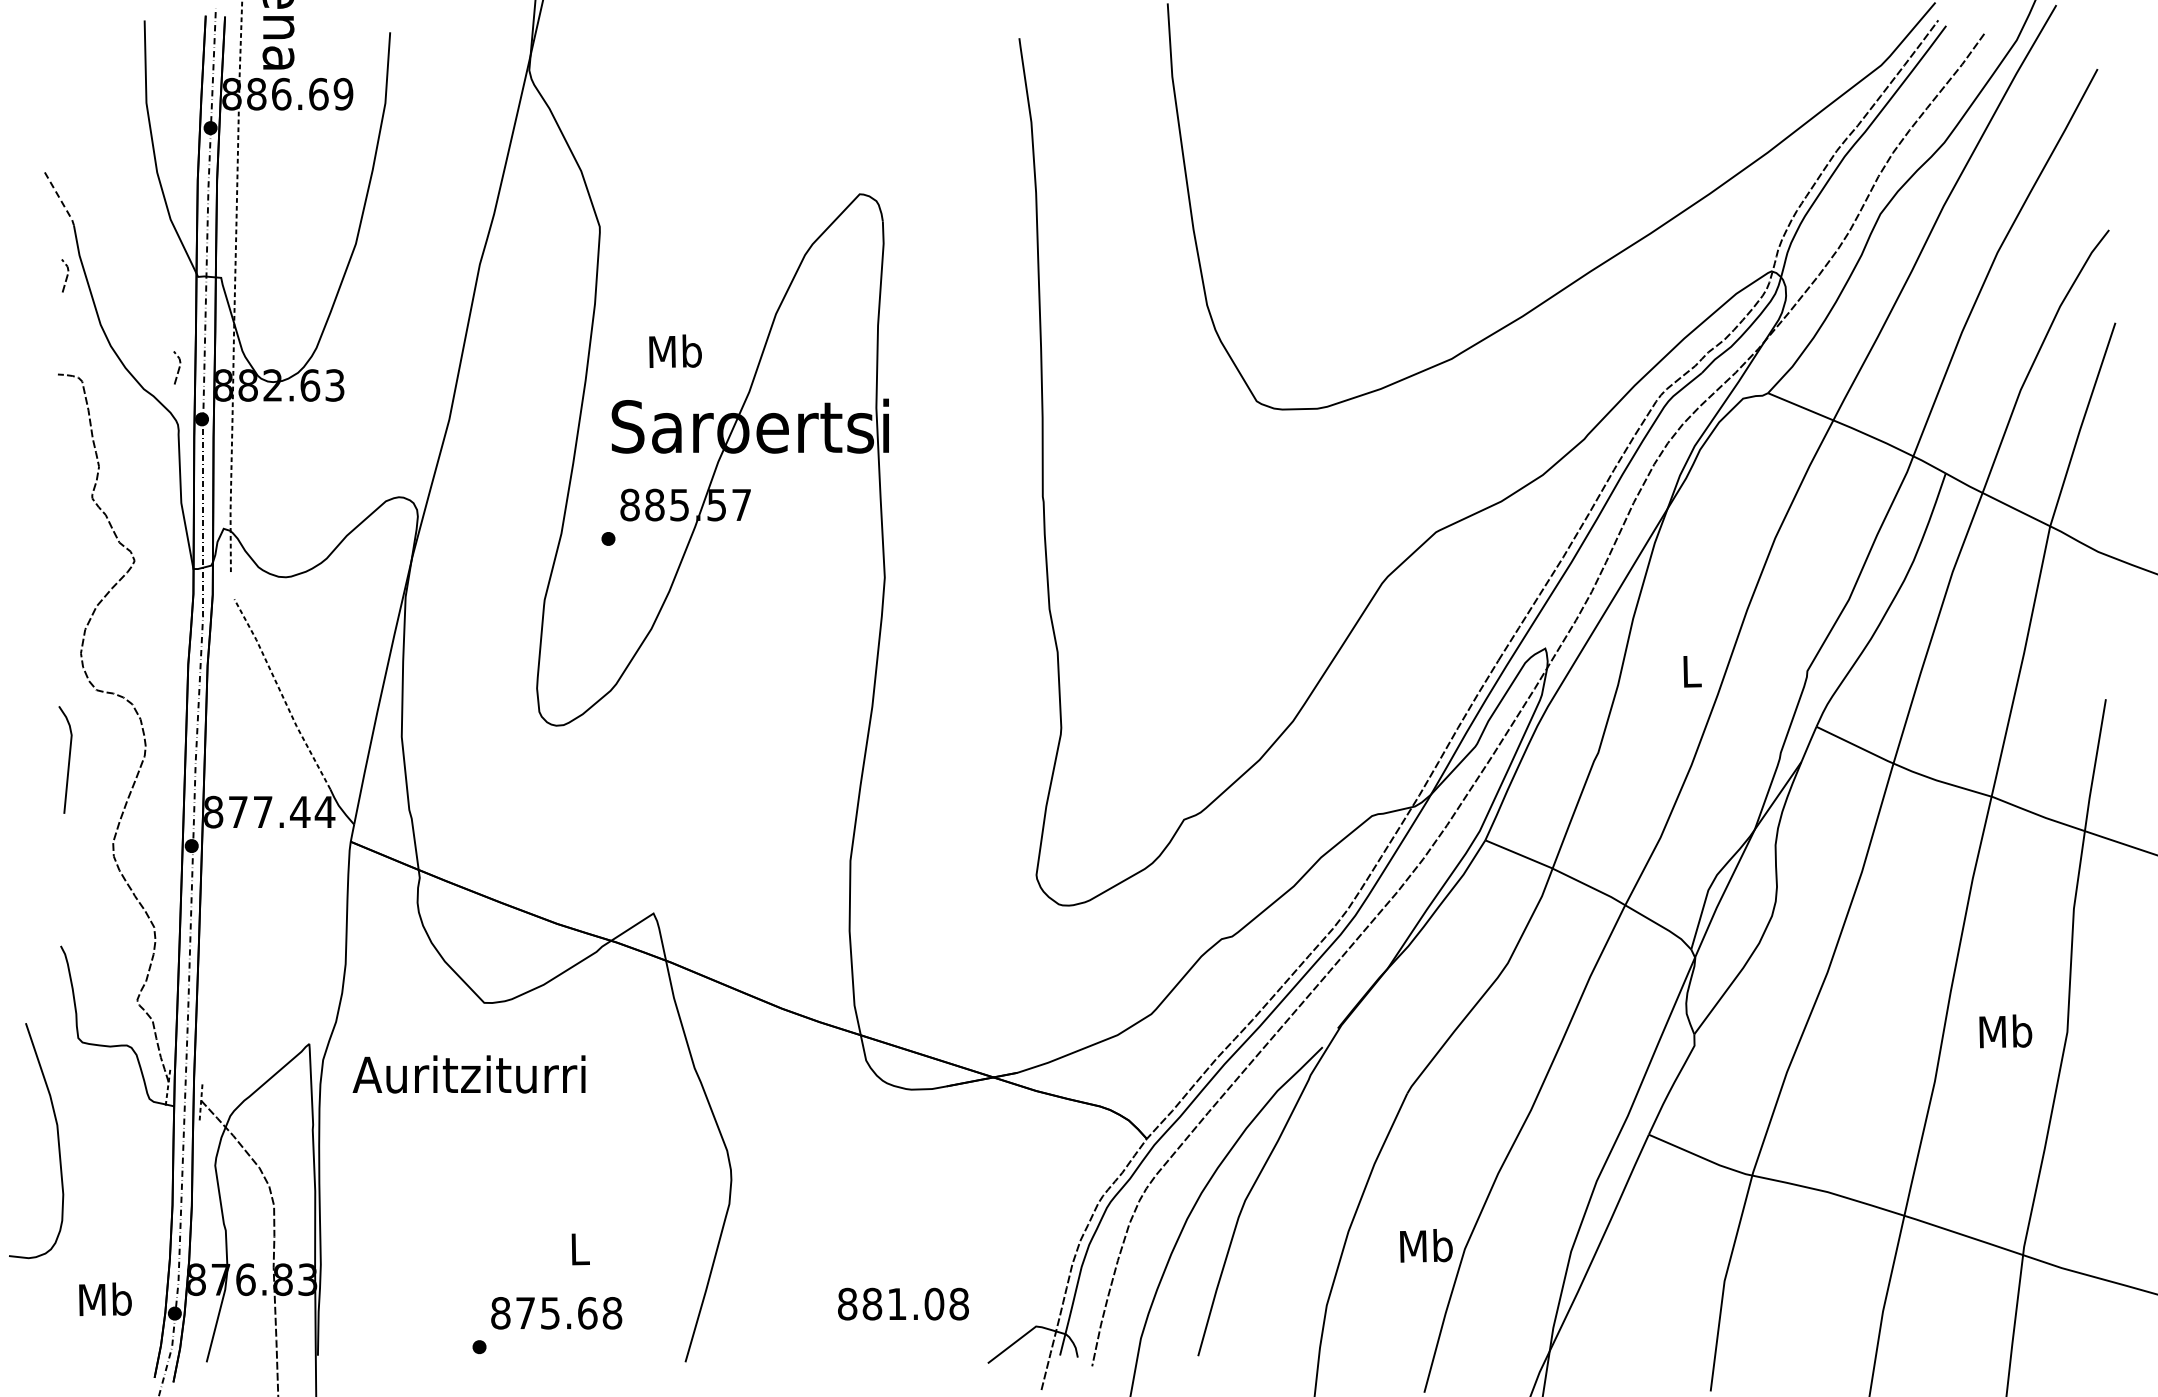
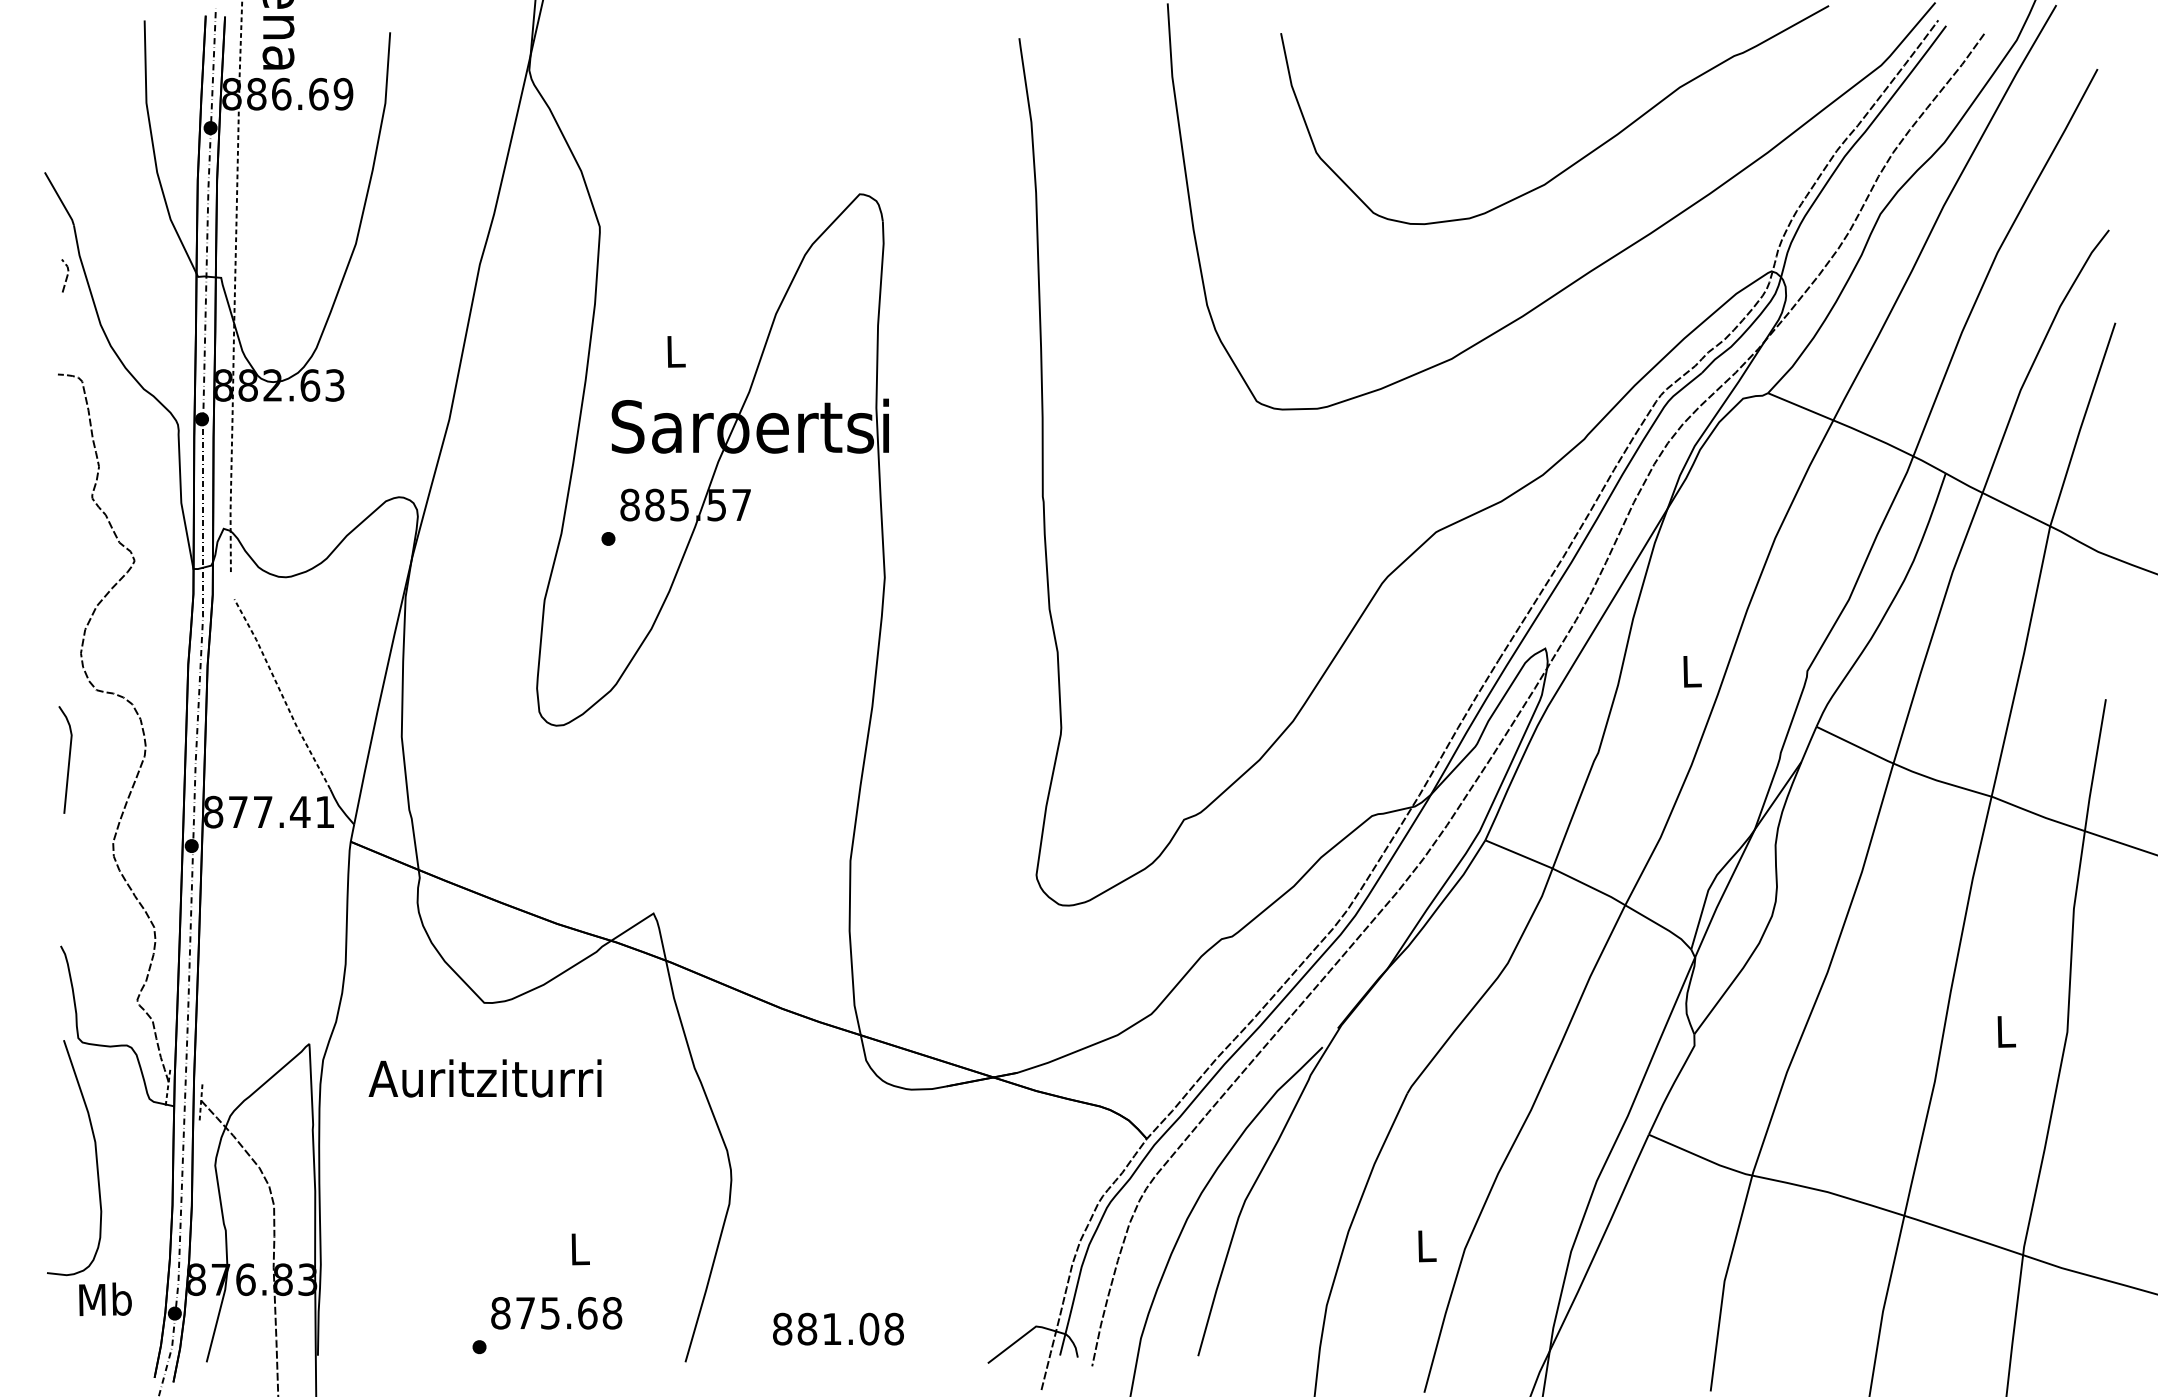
curve at (1583, 156): none -> present
line at (60, 199): dashed -> solid
text at (675, 350): Mb -> L
line at (178, 367): present -> none
text at (324, 811): 877.44 -> 877.41
text at (2005, 1031): Mb -> L
text at (468, 1074) position: (468, 1074) -> (484, 1078)
curve at (57, 1141) position: (57, 1141) -> (95, 1158)
text at (1426, 1245): Mb -> L
text at (903, 1303) position: (903, 1303) -> (838, 1328)
